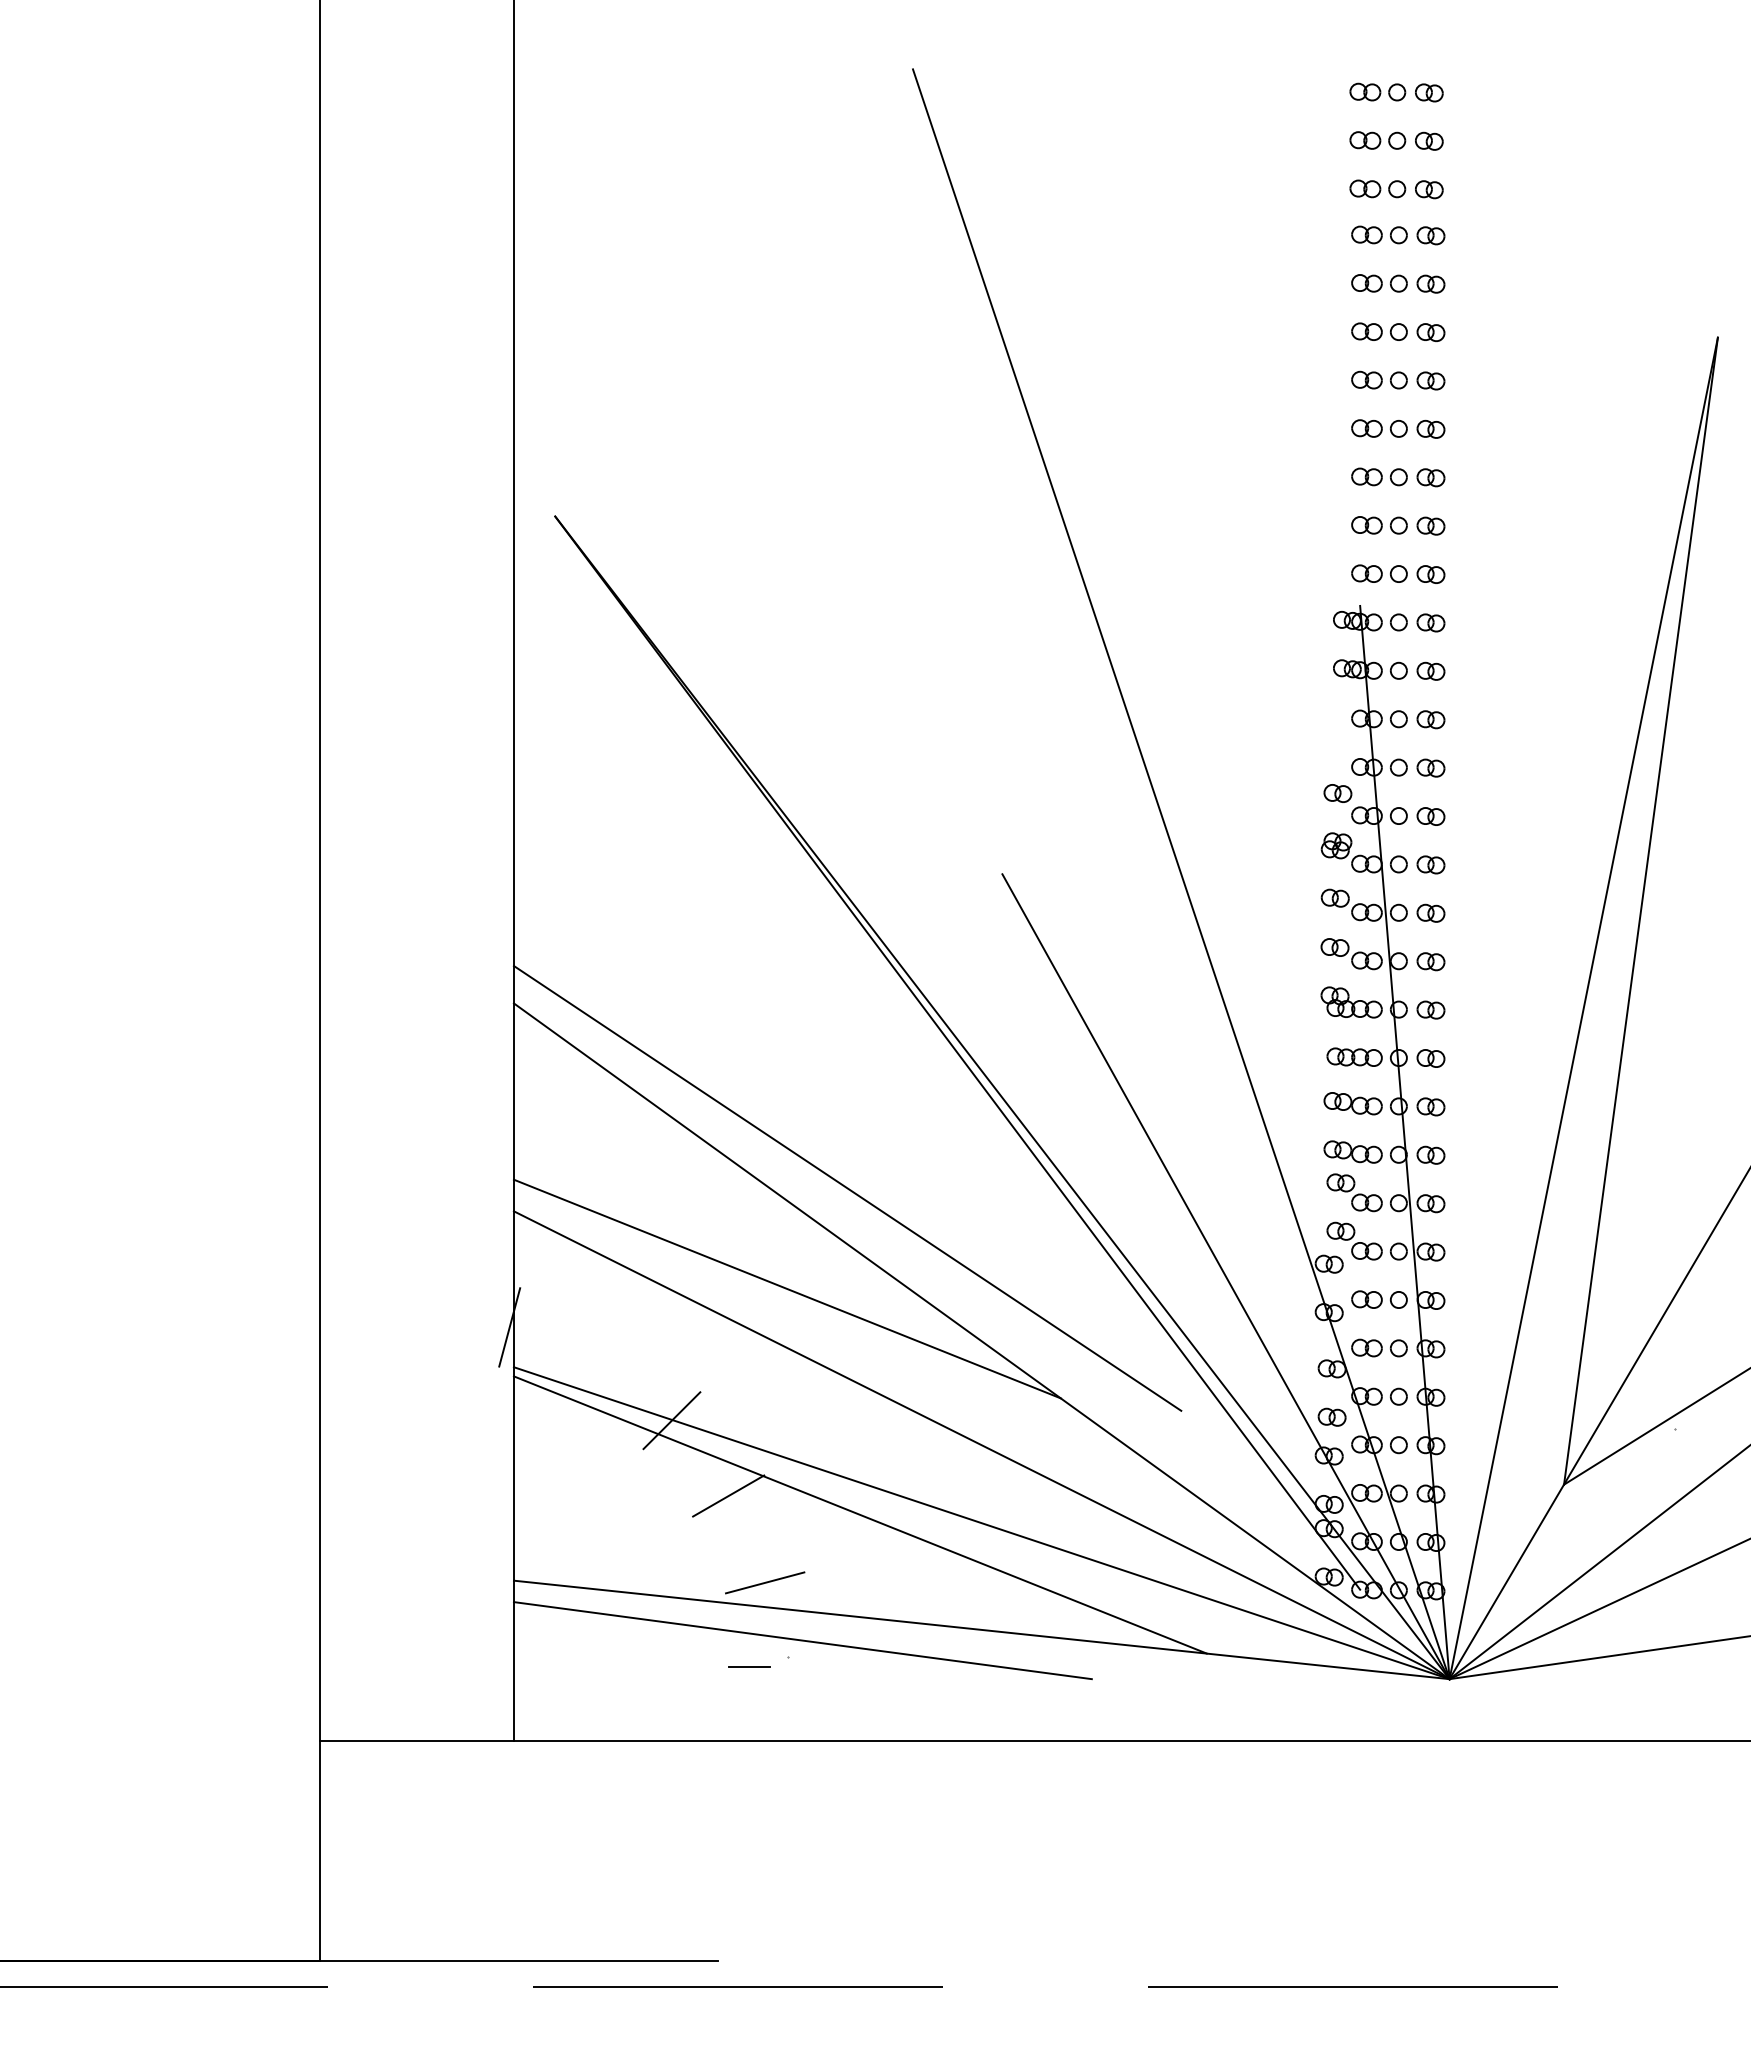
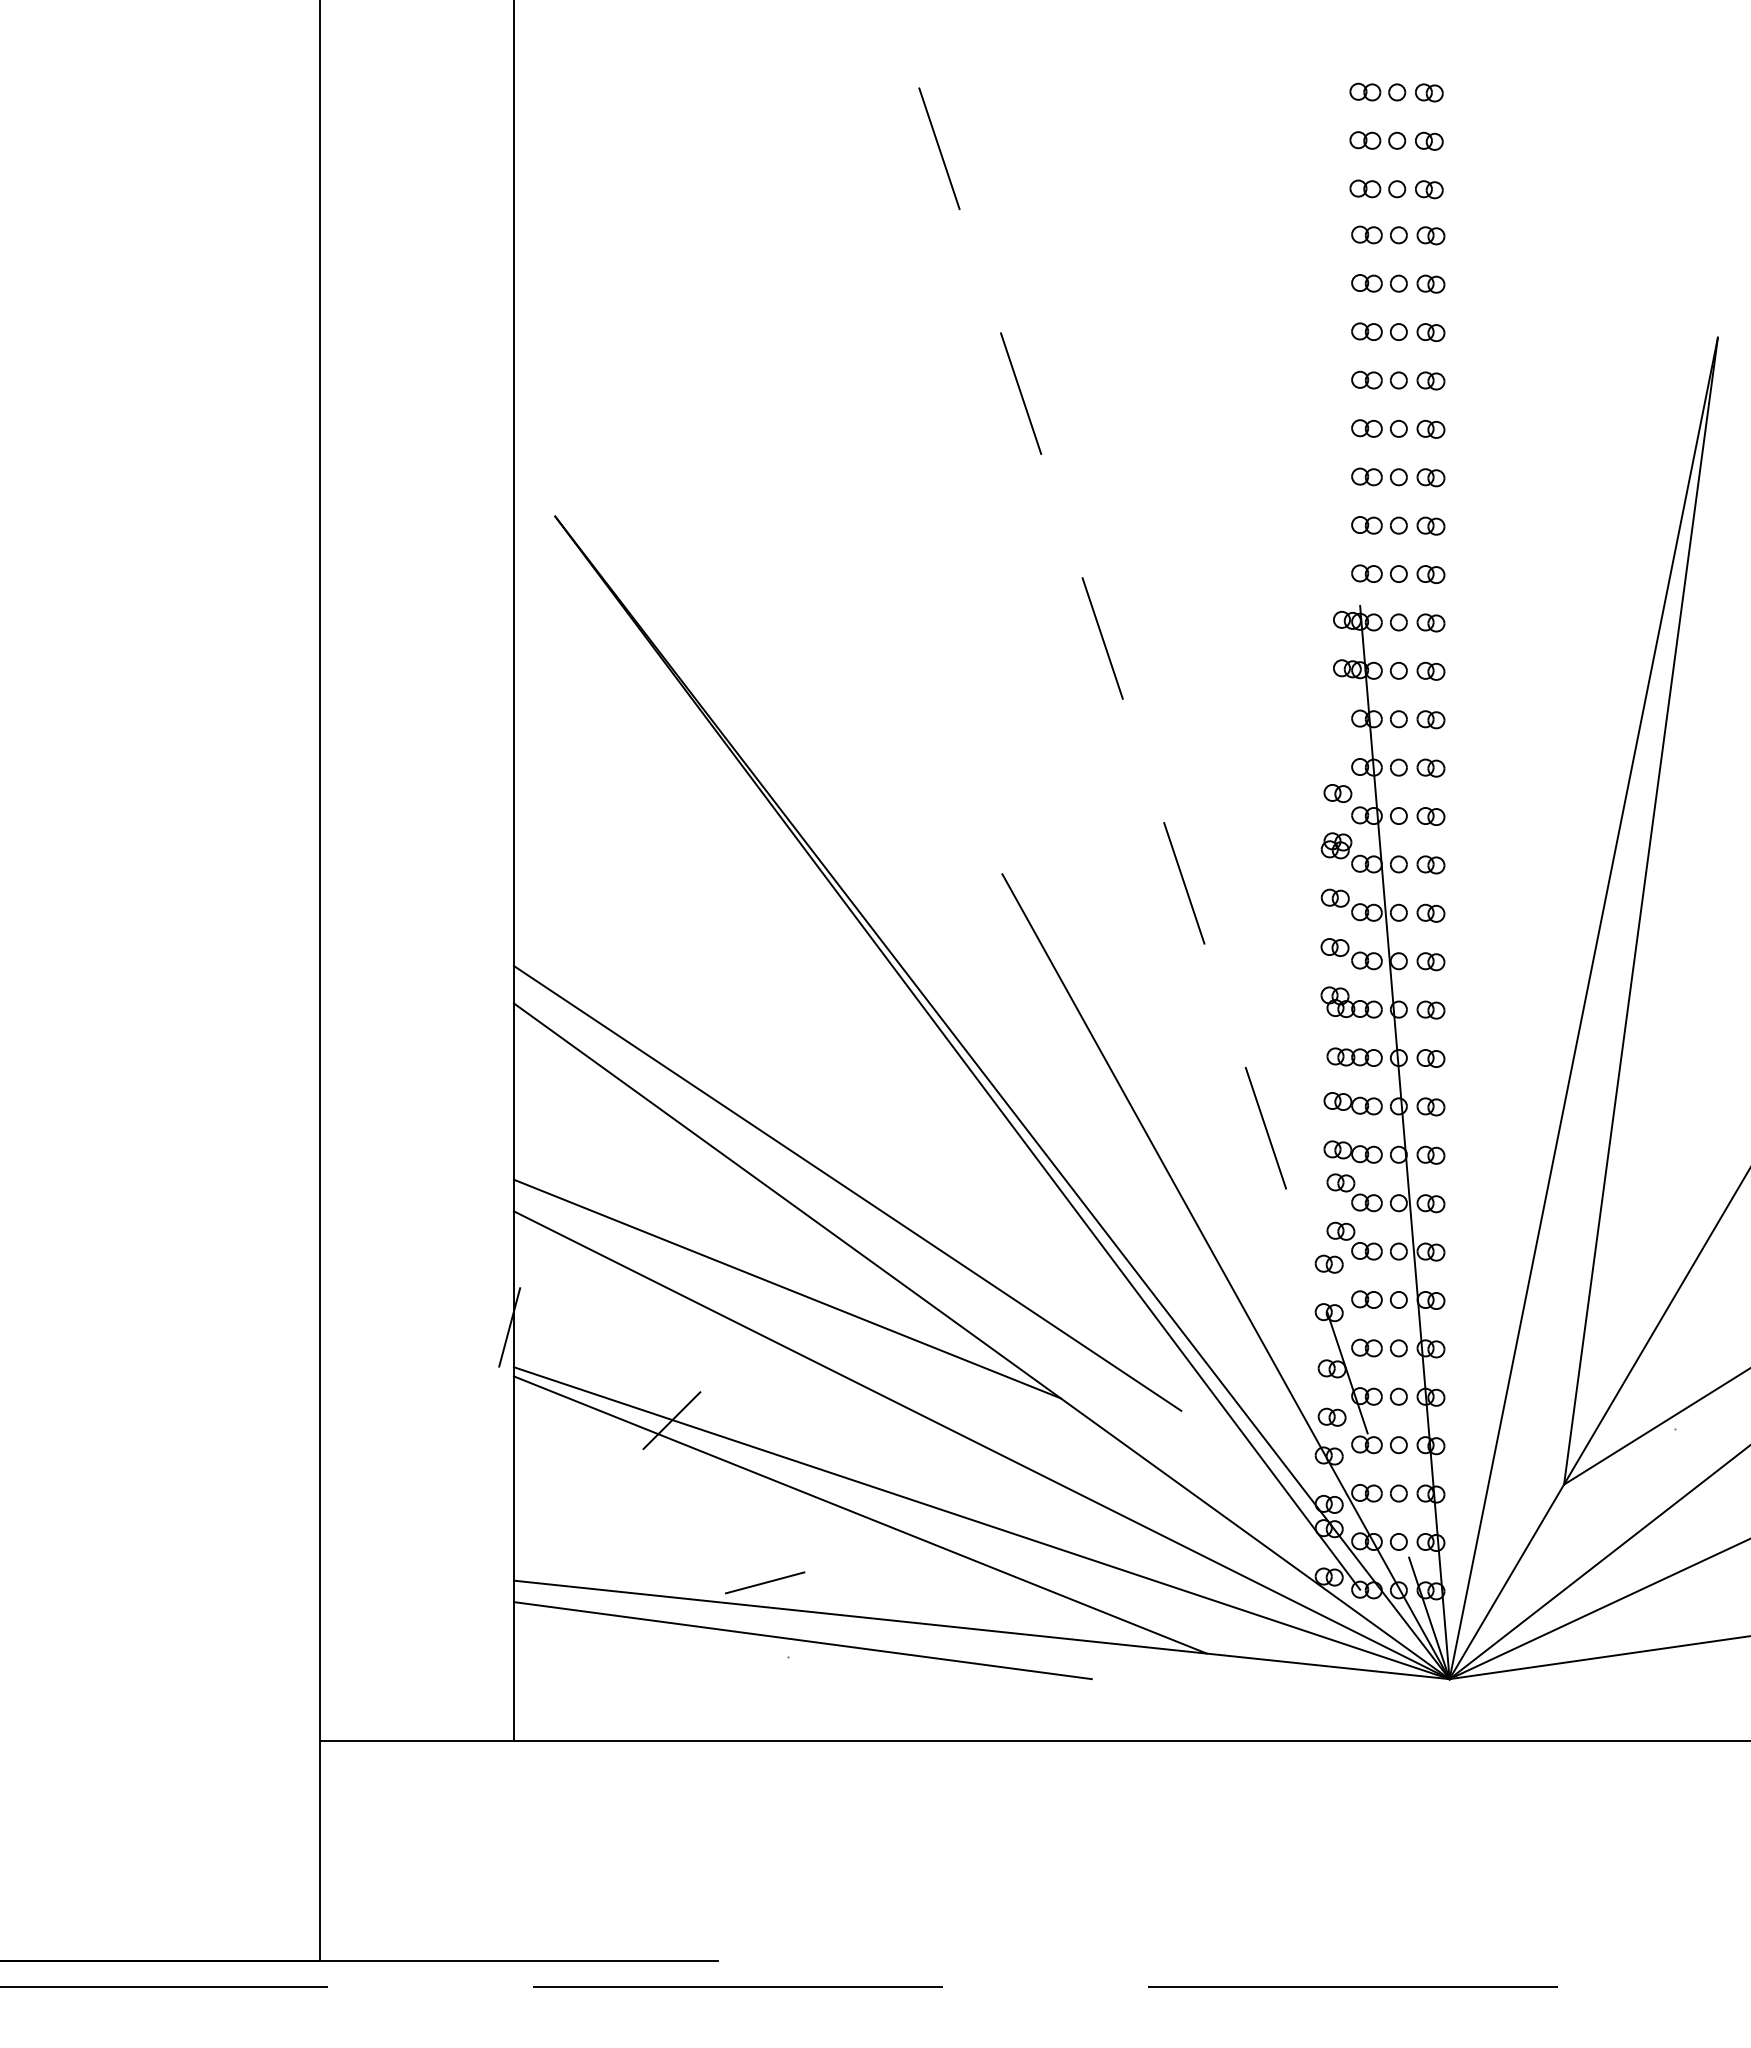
line at (1181, 873): solid -> dashed
line at (728, 1495): present -> none
line at (749, 1667): present -> none
